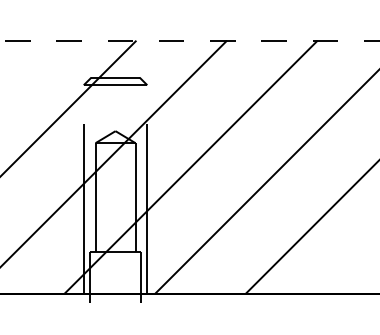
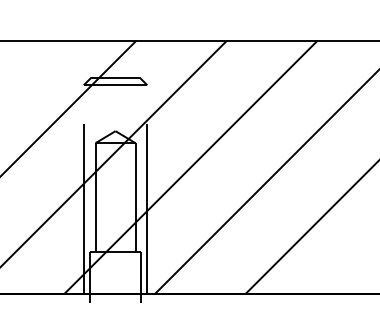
line at (189, 41): dashed -> solid
